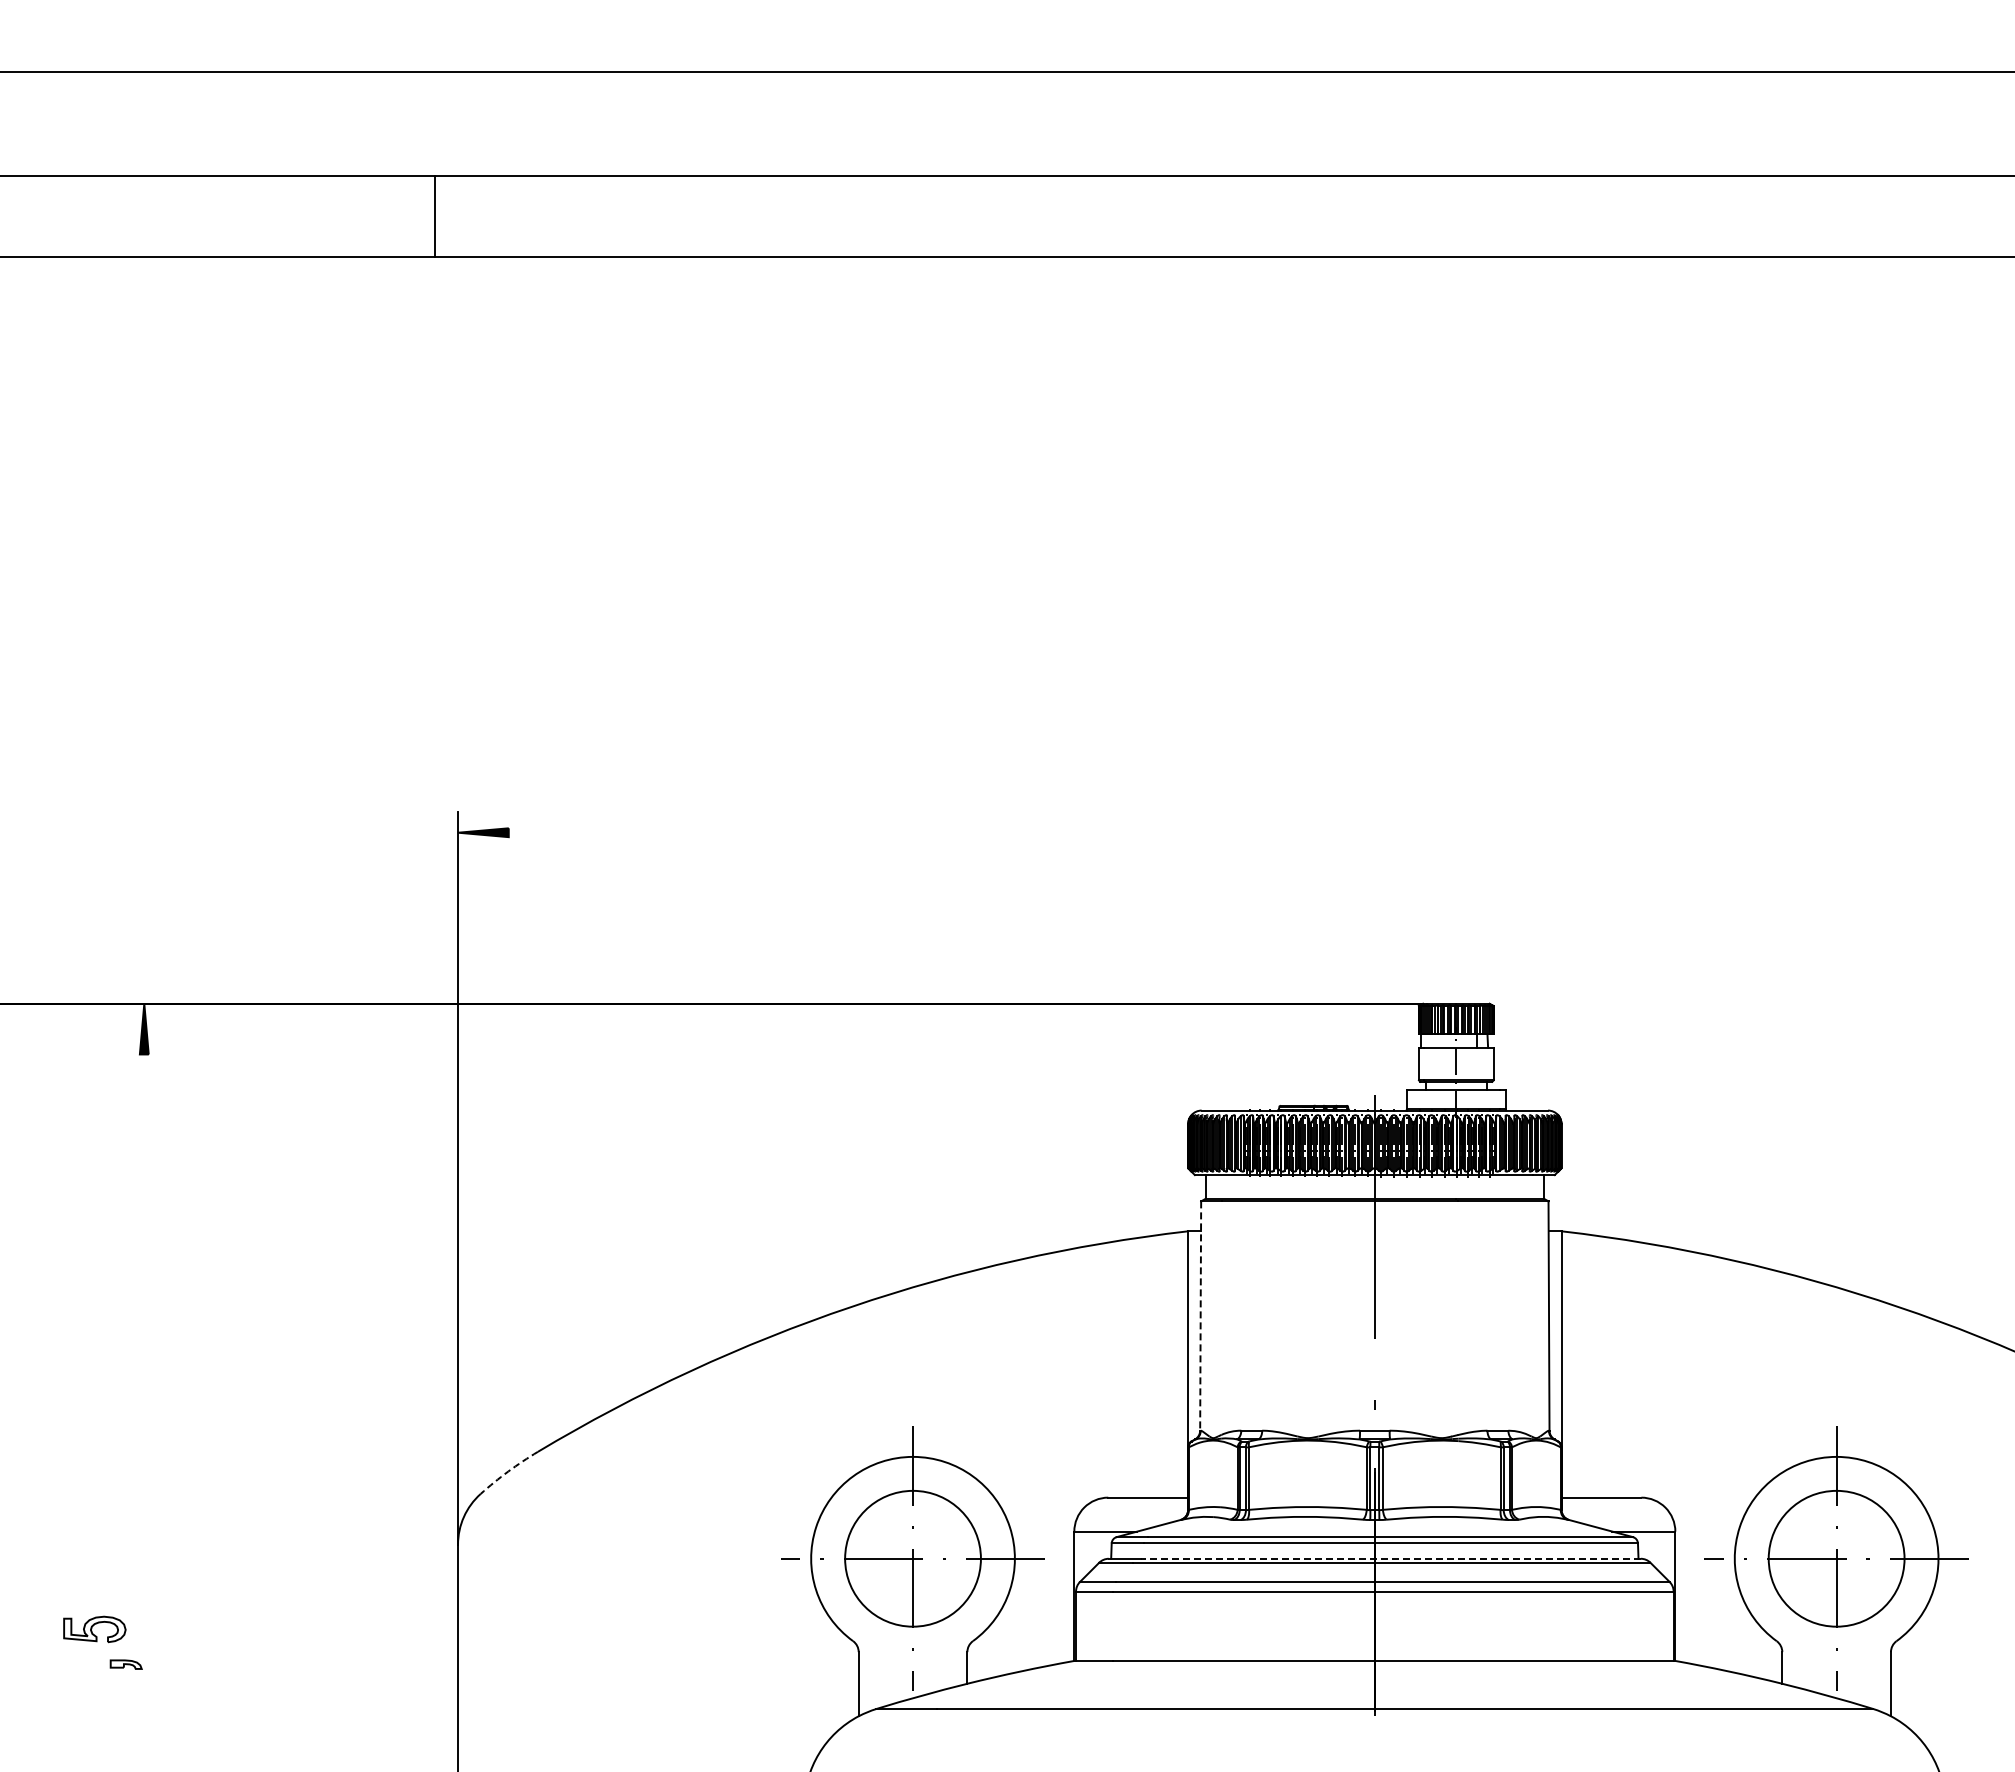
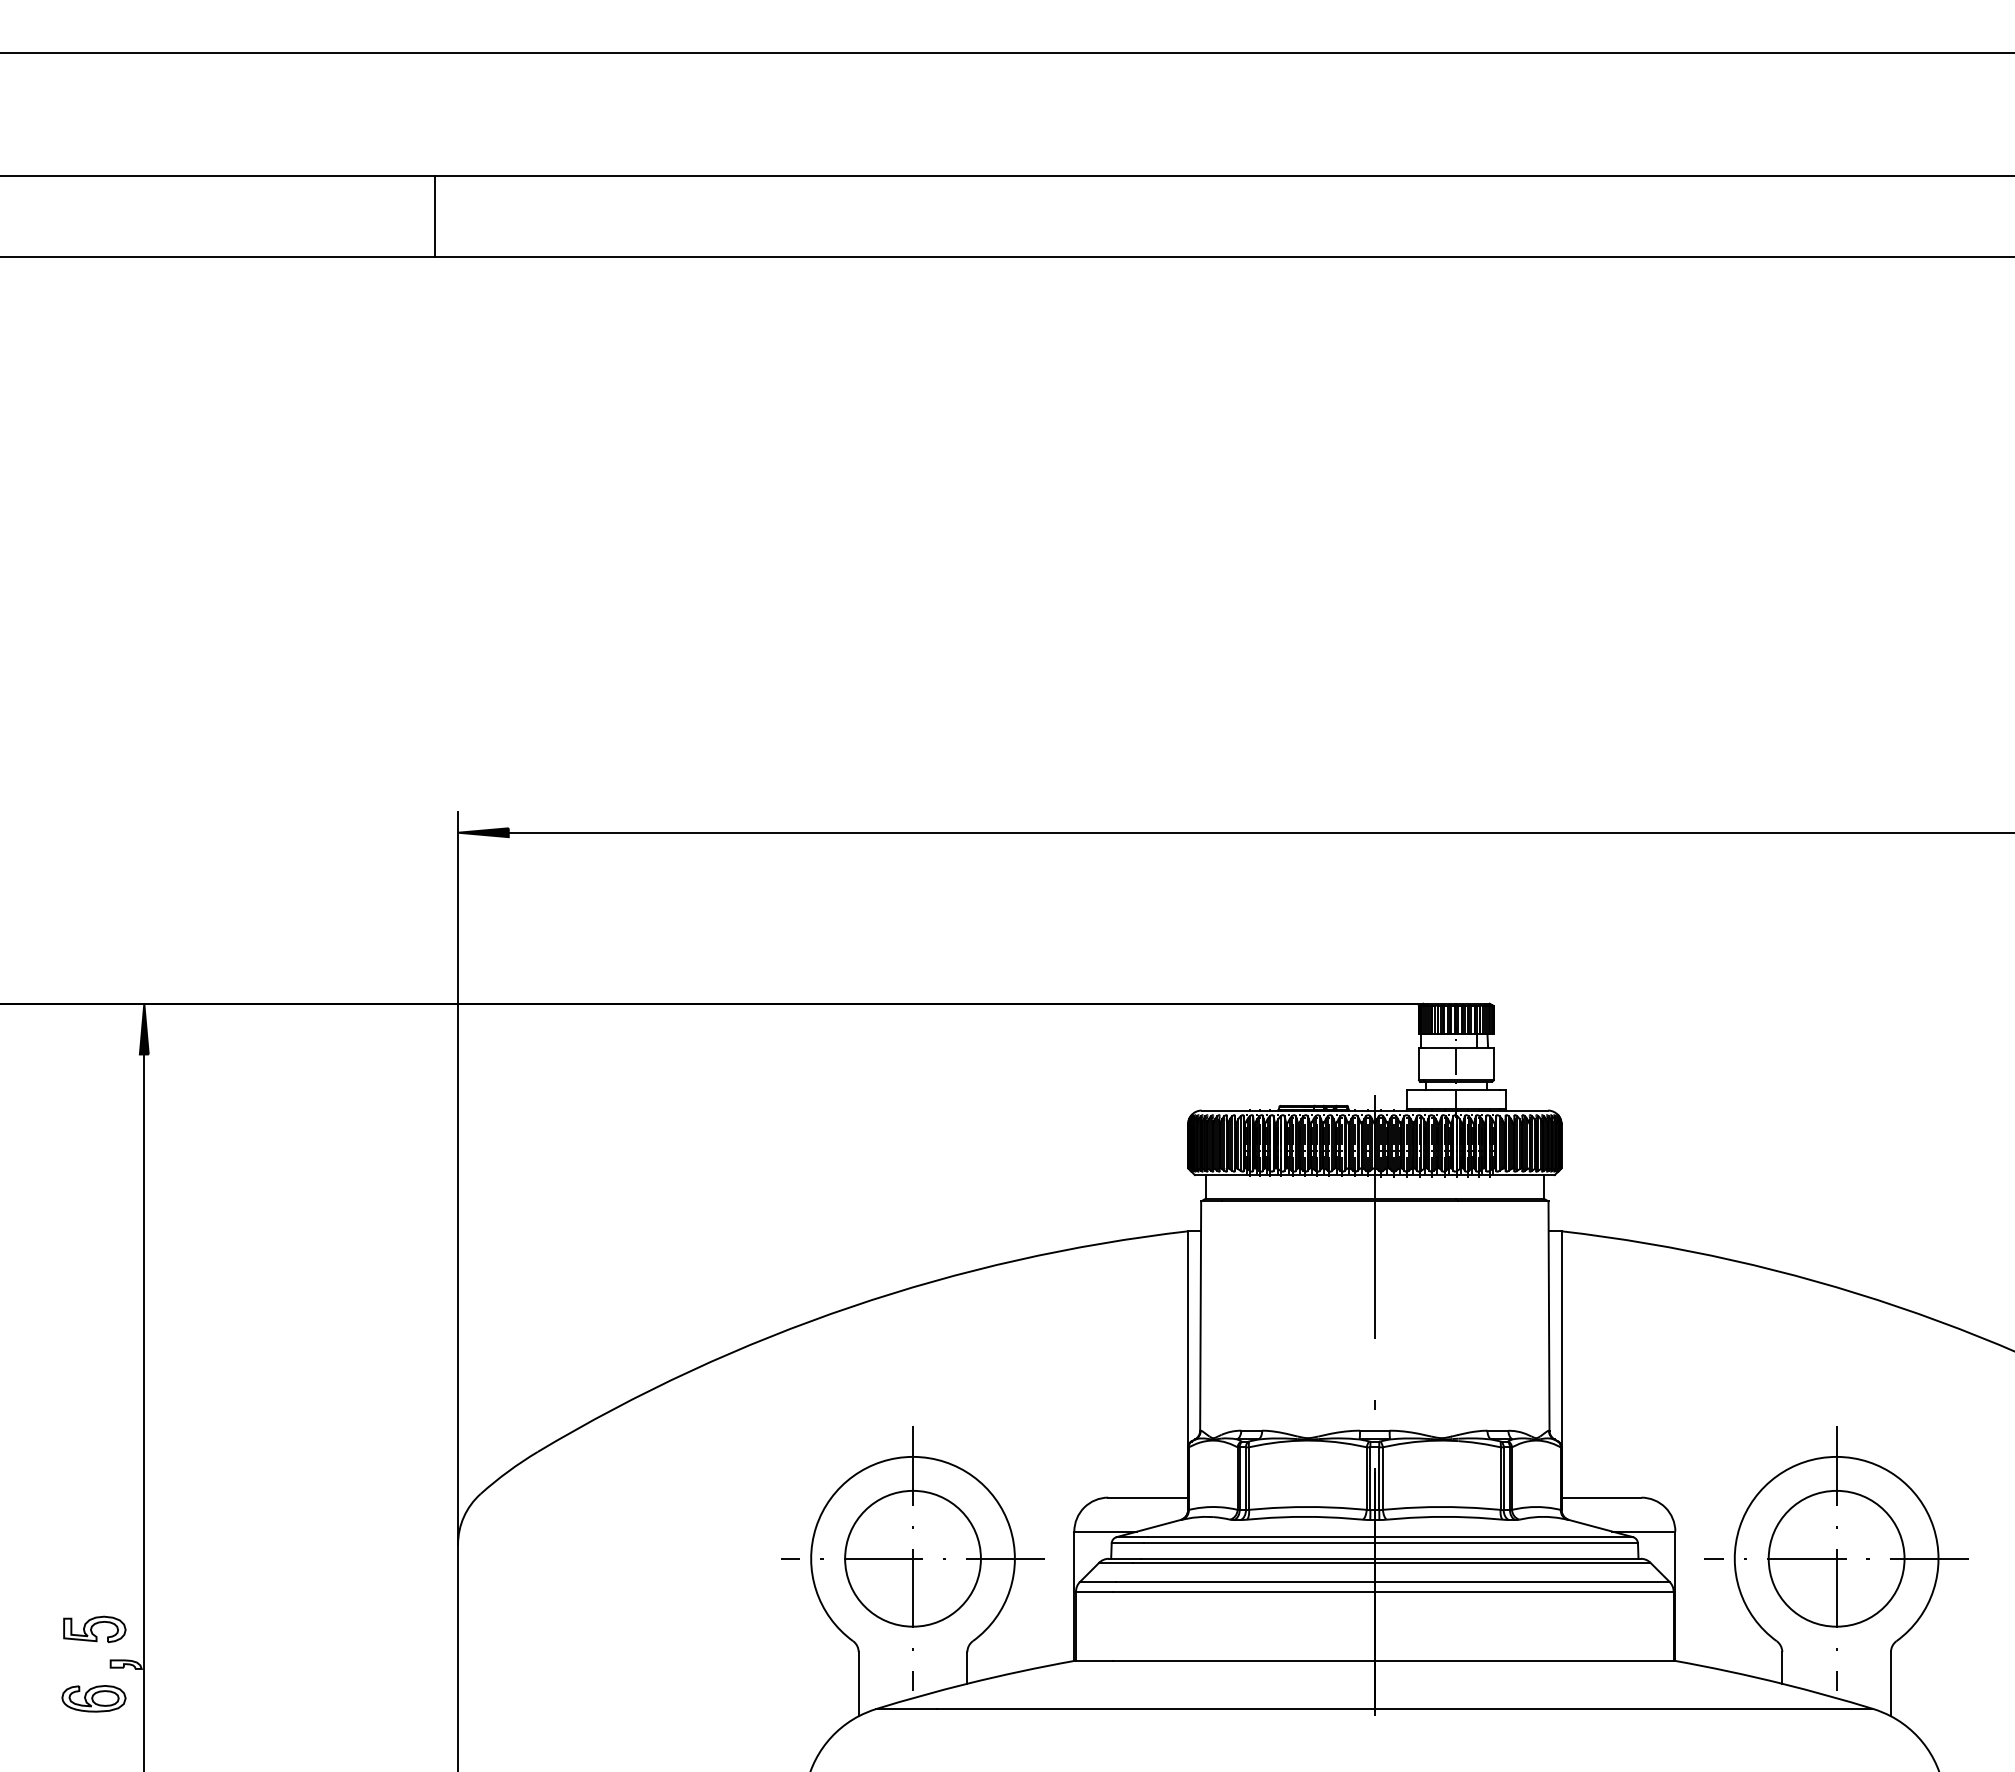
line at (1006, 72) position: (1006, 72) -> (1006, 53)
line at (1259, 832): none -> present
line at (1200, 1316): dashed -> solid
line at (144, 1411): none -> present
arc at (508, 1471): dashed -> solid
line at (1391, 1558): dashed -> solid
part at (93, 1698): none -> present
